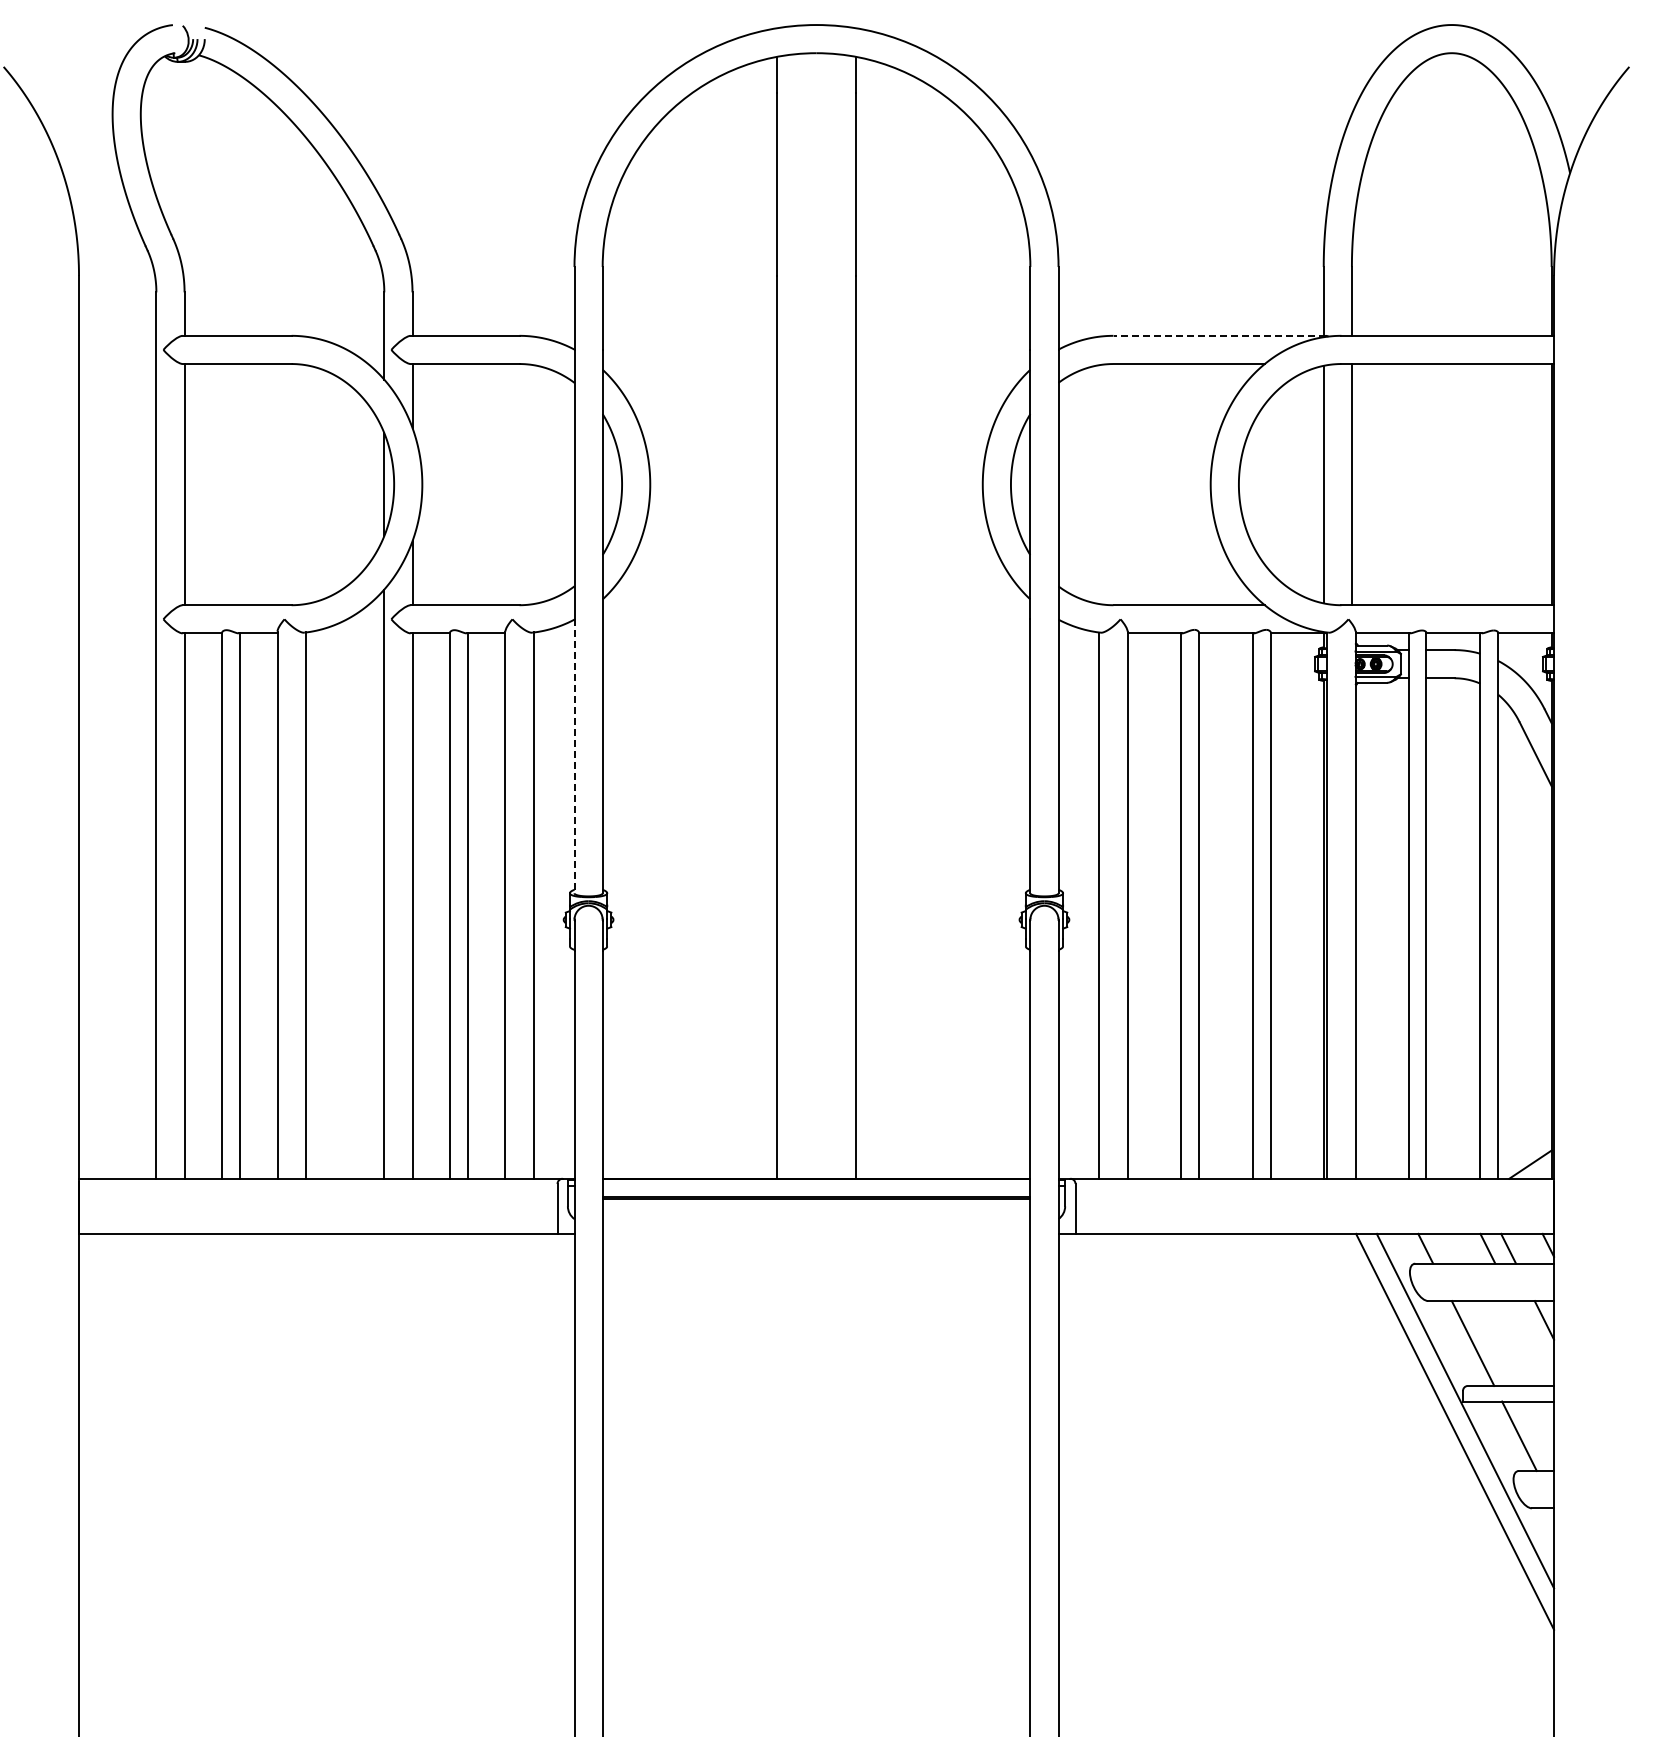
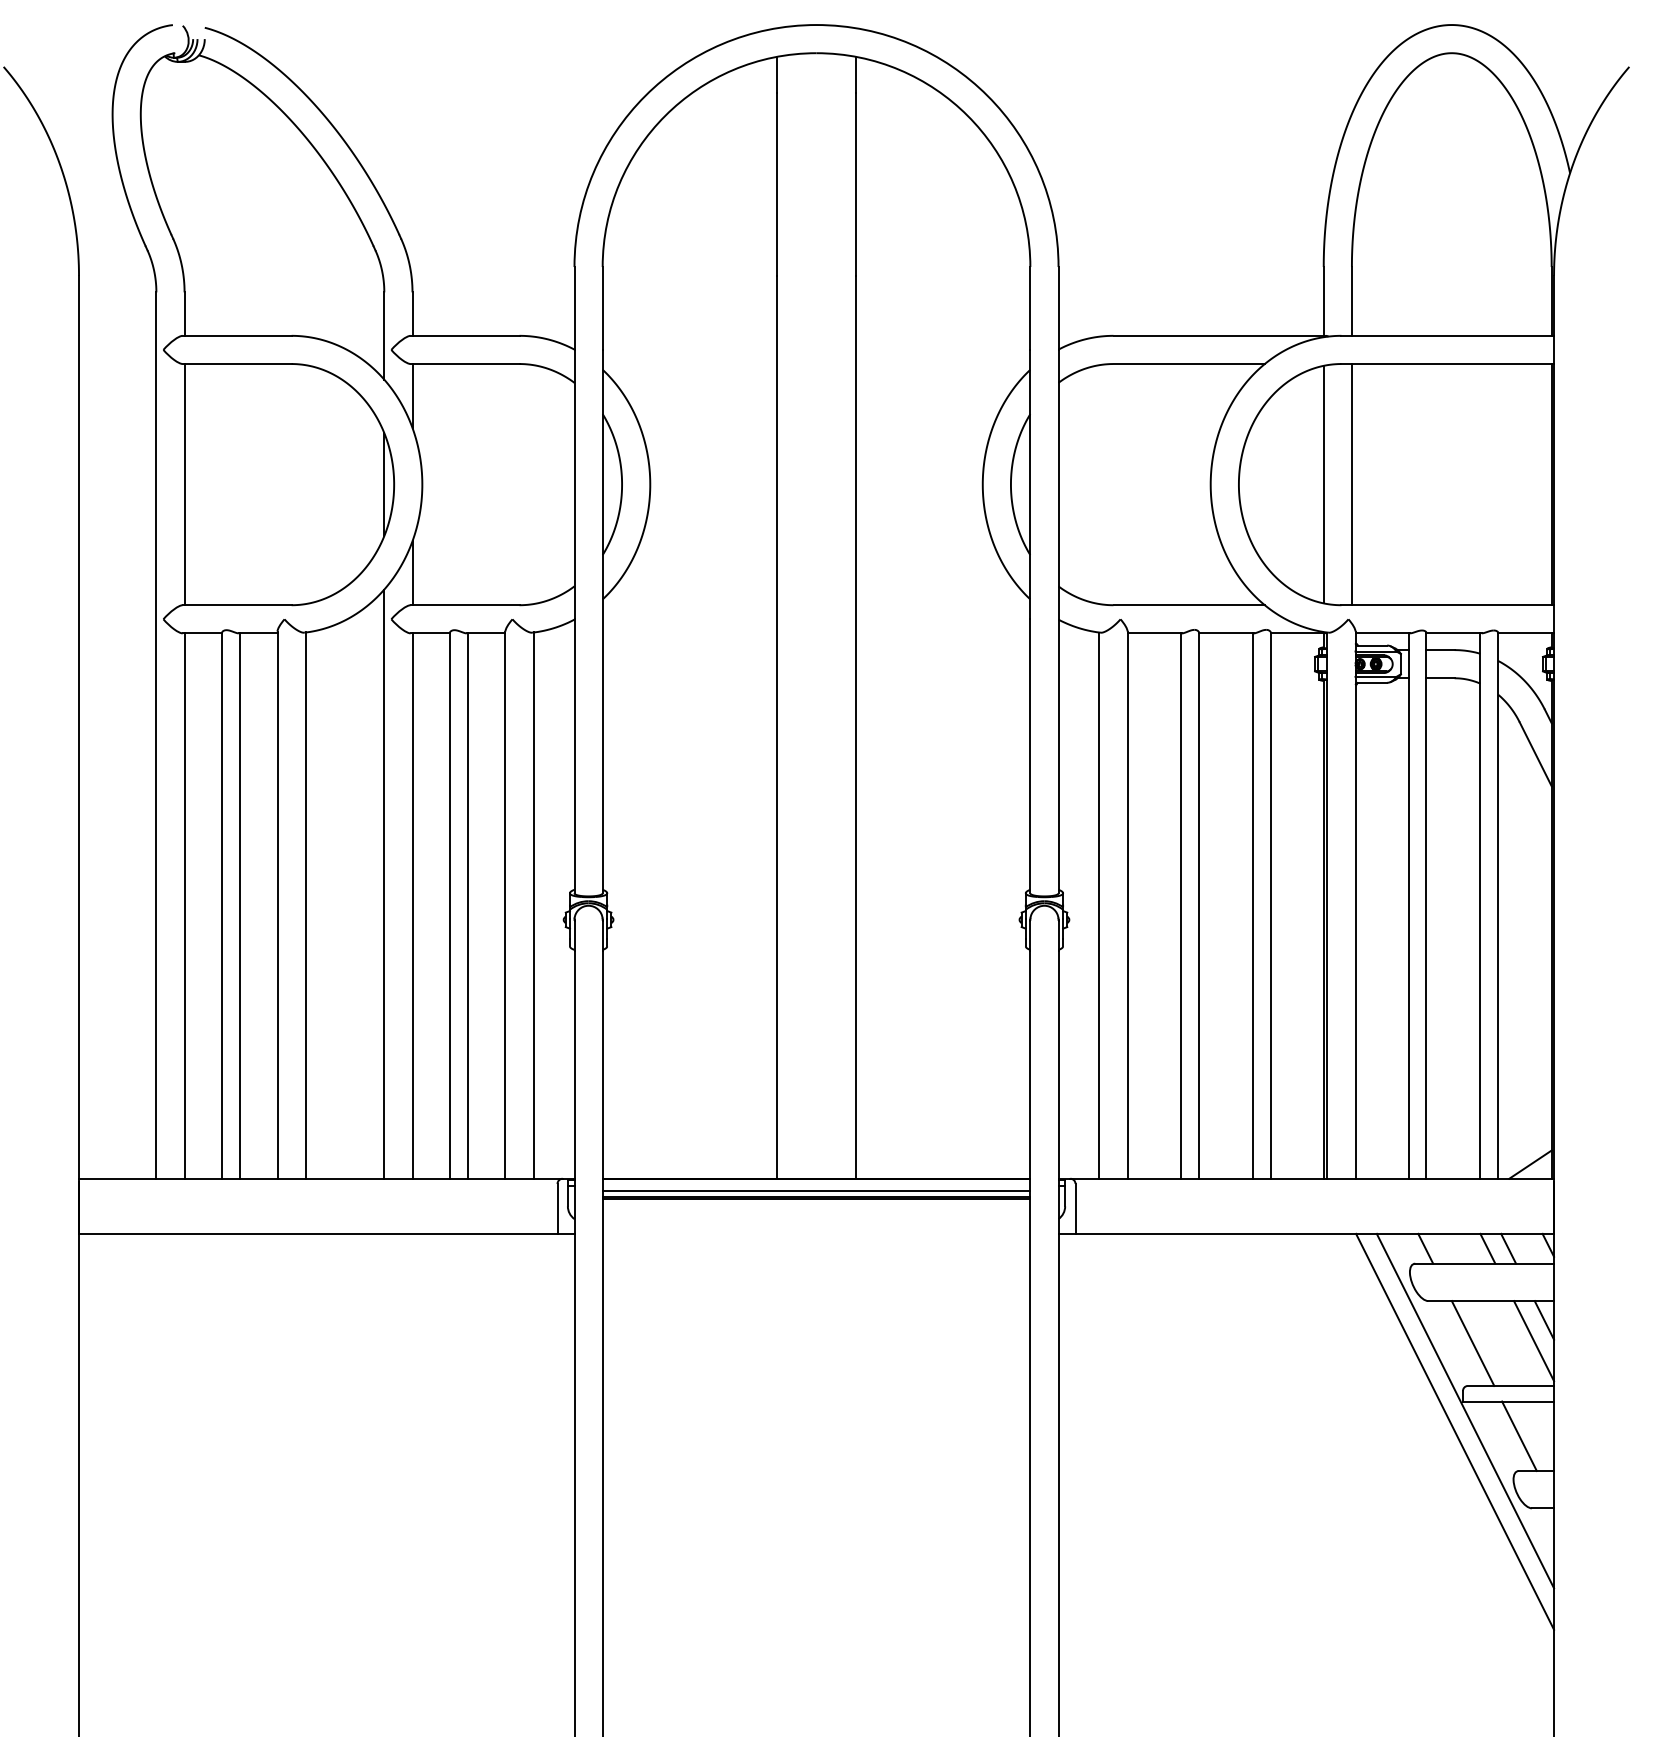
line at (1219, 335): dashed -> solid
line at (574, 756): dashed -> solid
line at (816, 1191): none -> present
line at (1534, 1341): none -> present
